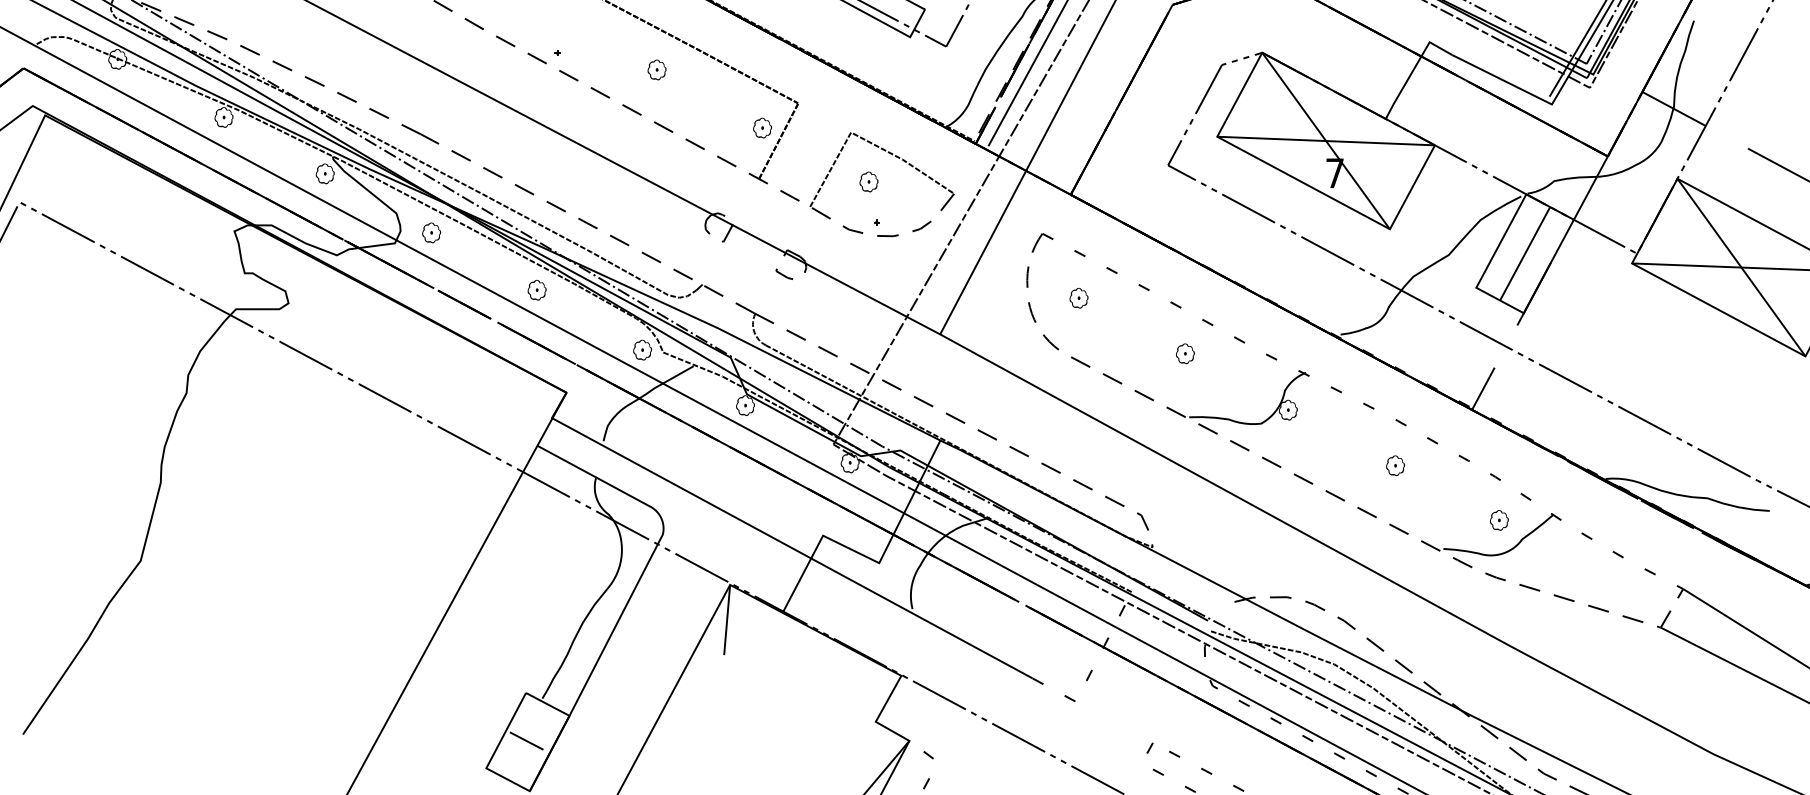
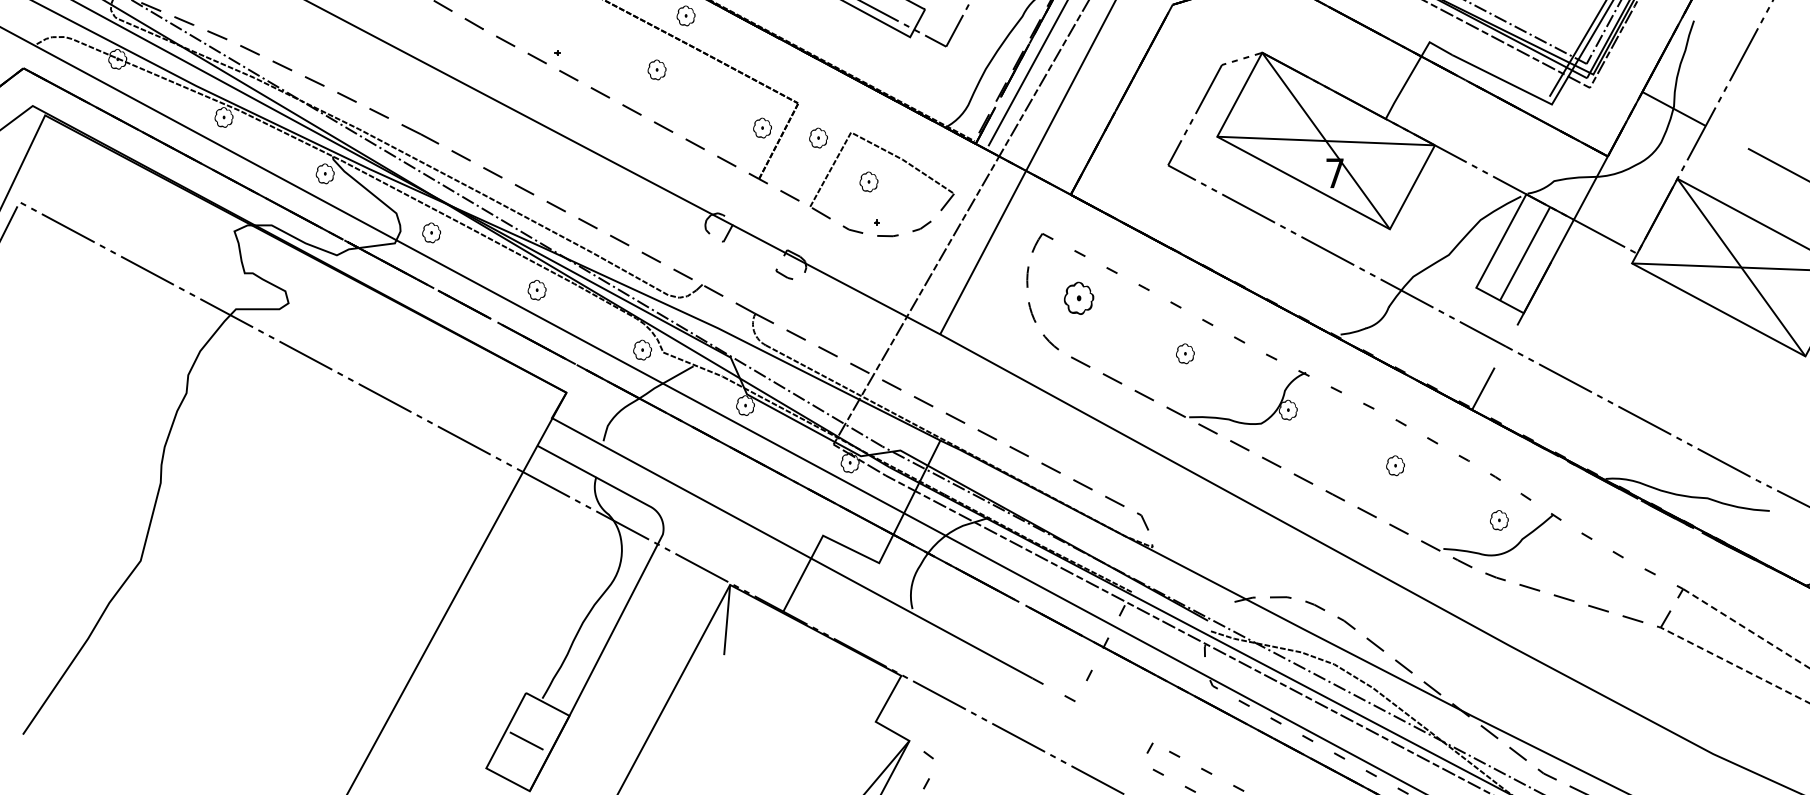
part at (685, 15): none -> present
part at (818, 137): none -> present
part at (1078, 297) size: 20x22 px -> 31x34 px
line at (1746, 628): solid -> dashed
line at (1734, 665): solid -> dashed
